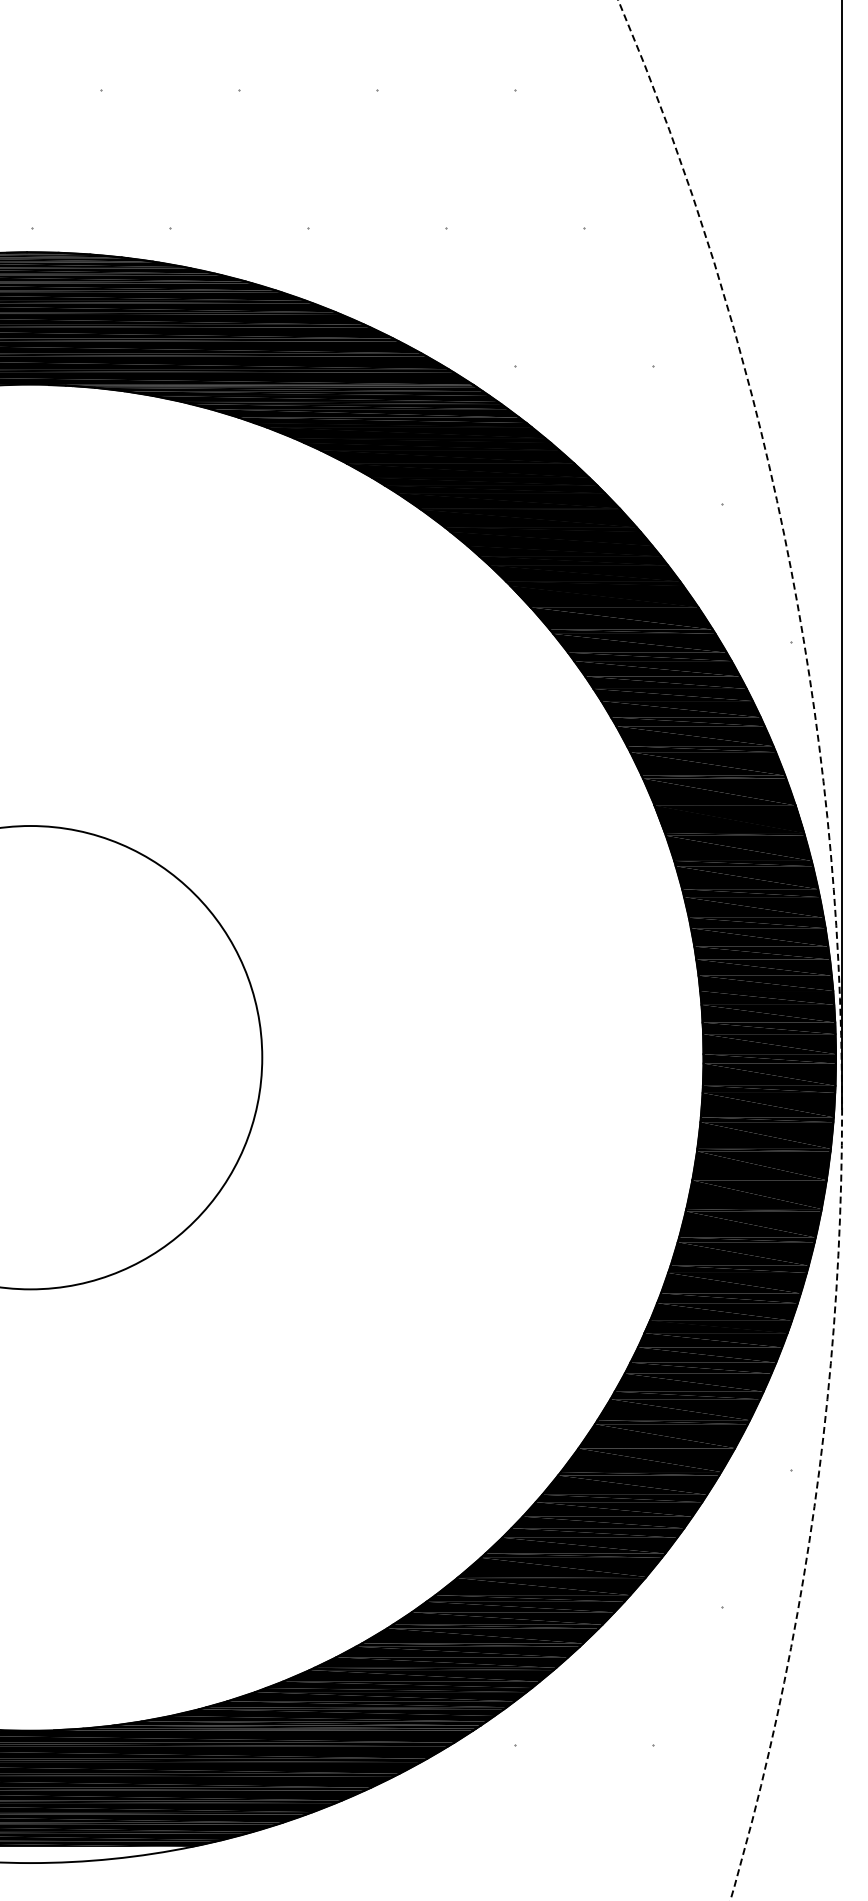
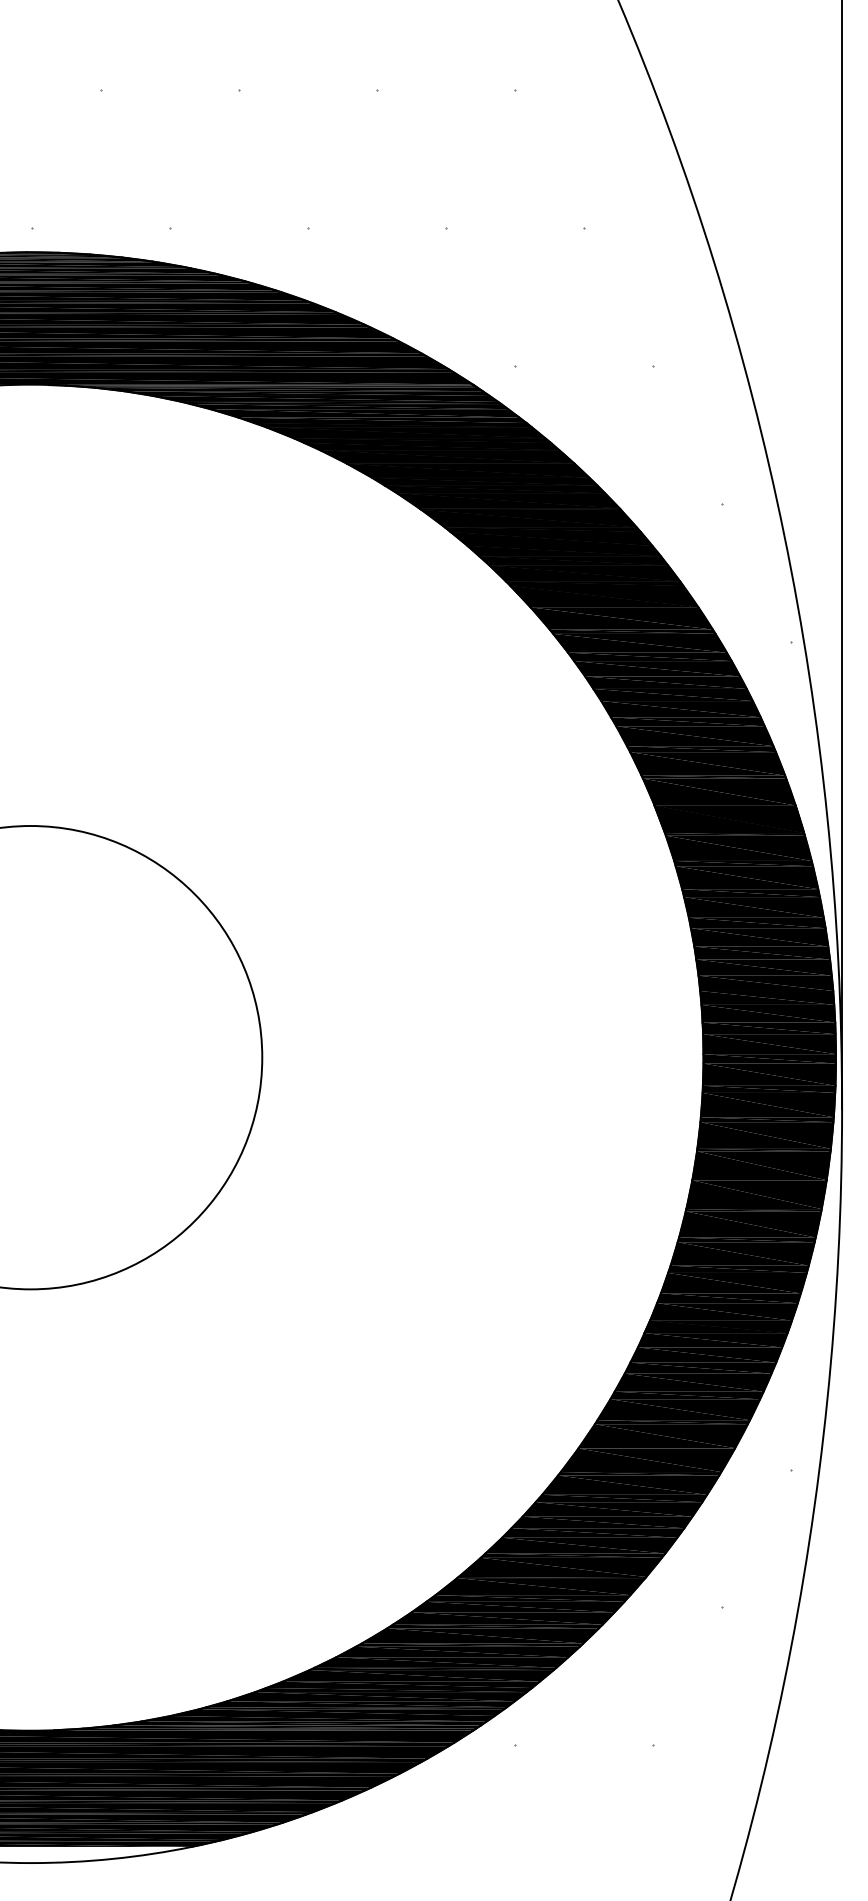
circle at (730, 950): dashed -> solid
